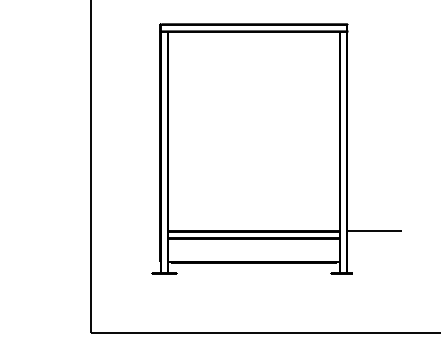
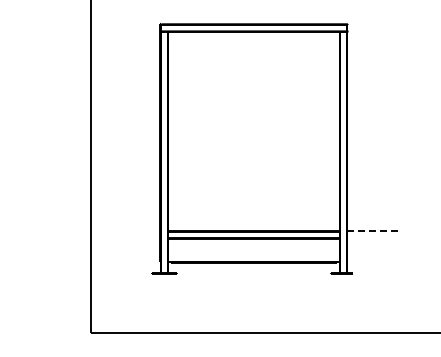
line at (374, 231): solid -> dashed
